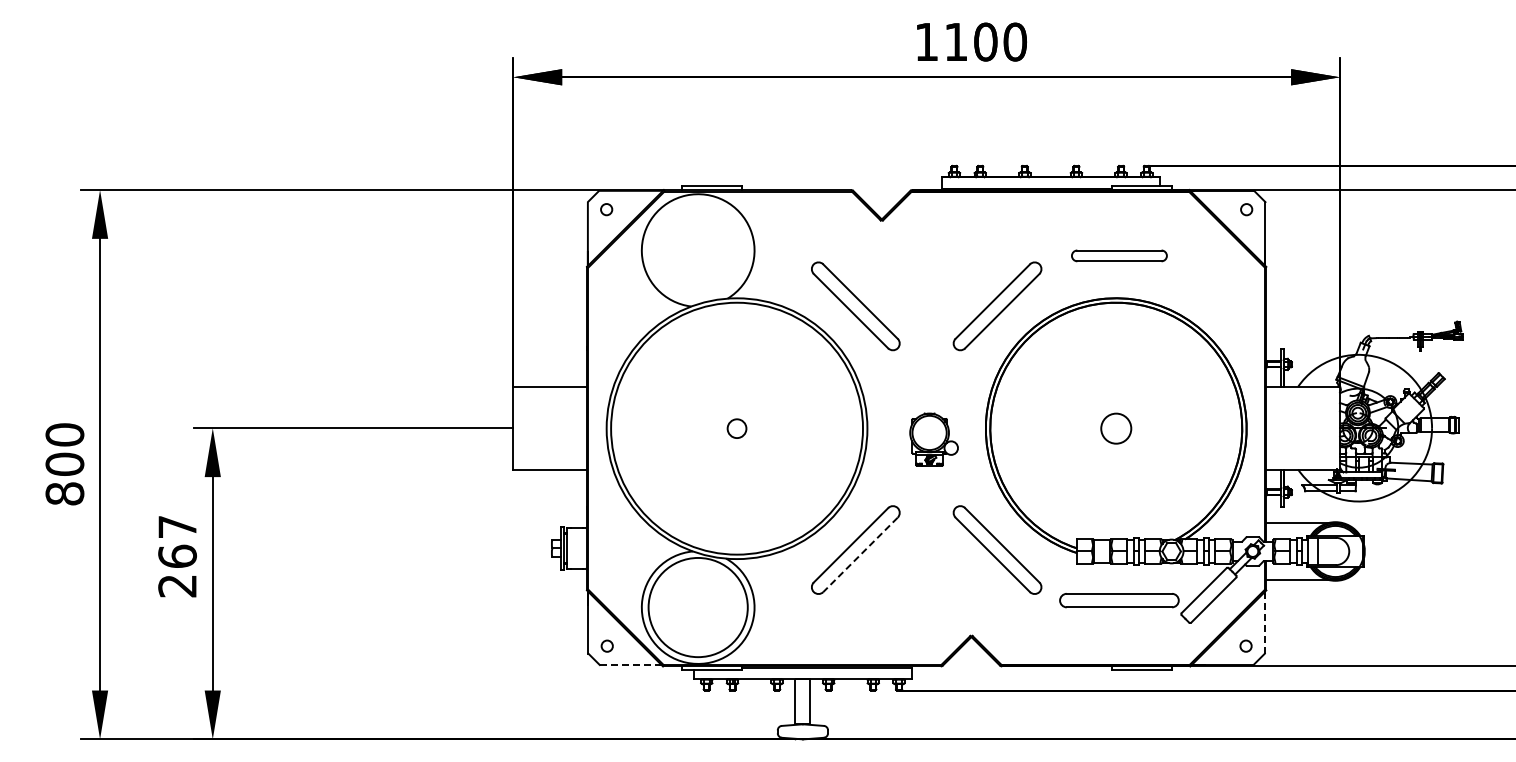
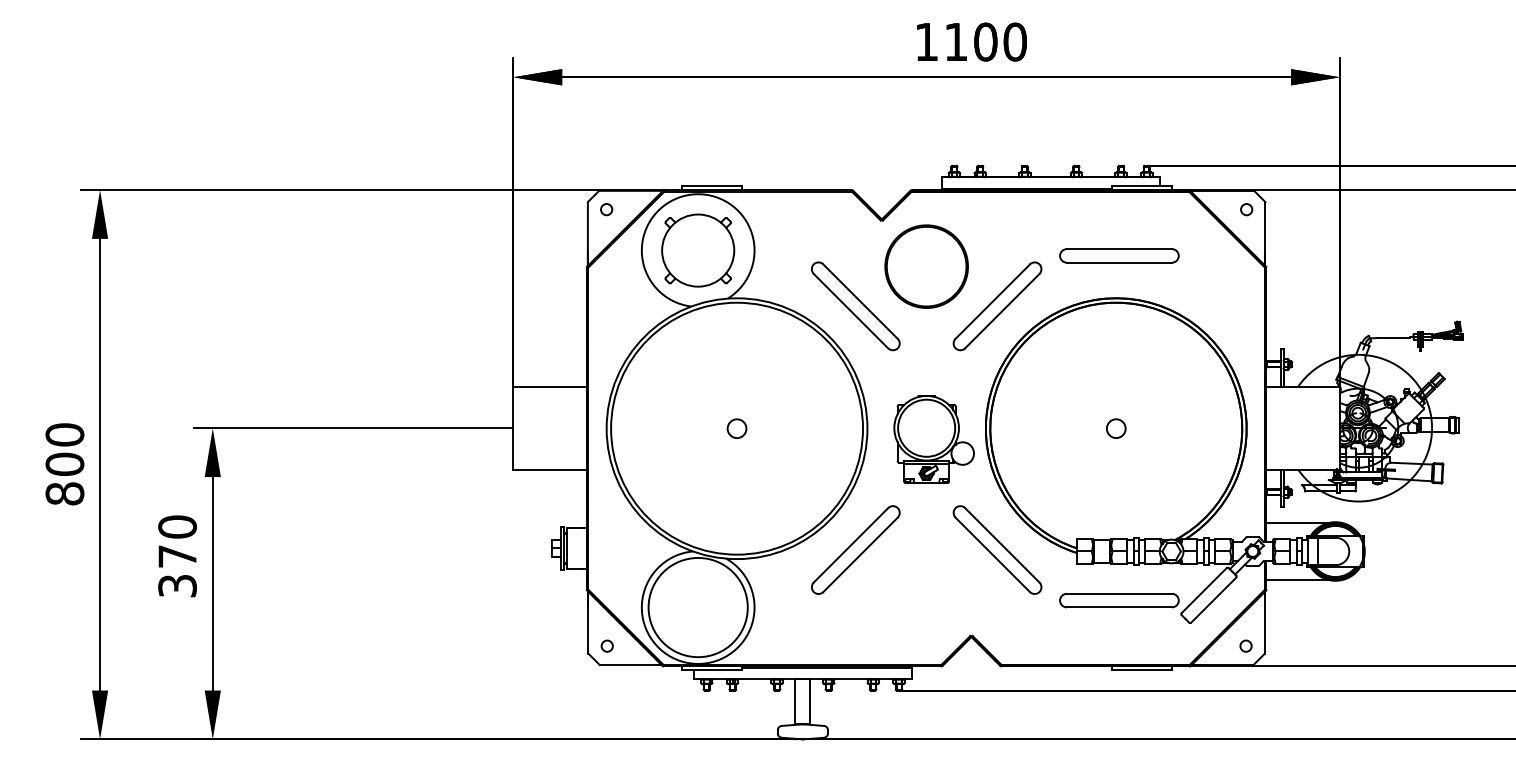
part at (698, 250): none -> present
part at (1119, 255) size: 97x14 px -> 121x16 px
part at (926, 266): none -> present
circle at (1116, 428) diameter: 30 px -> 19 px
part at (933, 439) size: 50x55 px -> 82x90 px
line at (860, 554): dashed -> solid
text at (177, 556): 267 -> 370
line at (1264, 623): dashed -> solid
line at (630, 664): dashed -> solid
